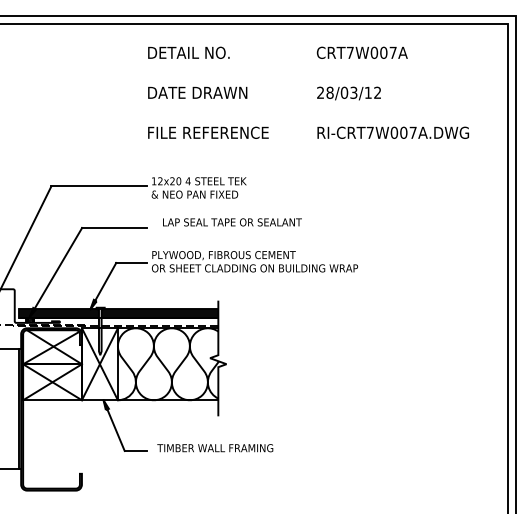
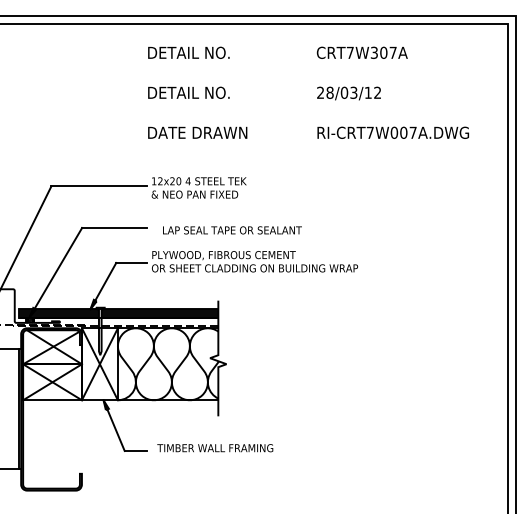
text at (374, 52): CRT7W007A -> CRT7W307A
text at (202, 92): DATE DRAWN -> DETAIL NO.
text at (208, 132): FILE REFERENCE -> DATE DRAWN
text at (232, 222) position: (232, 222) -> (232, 230)
